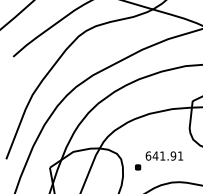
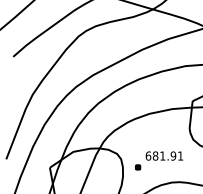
text at (155, 155): 641.91 -> 681.91
